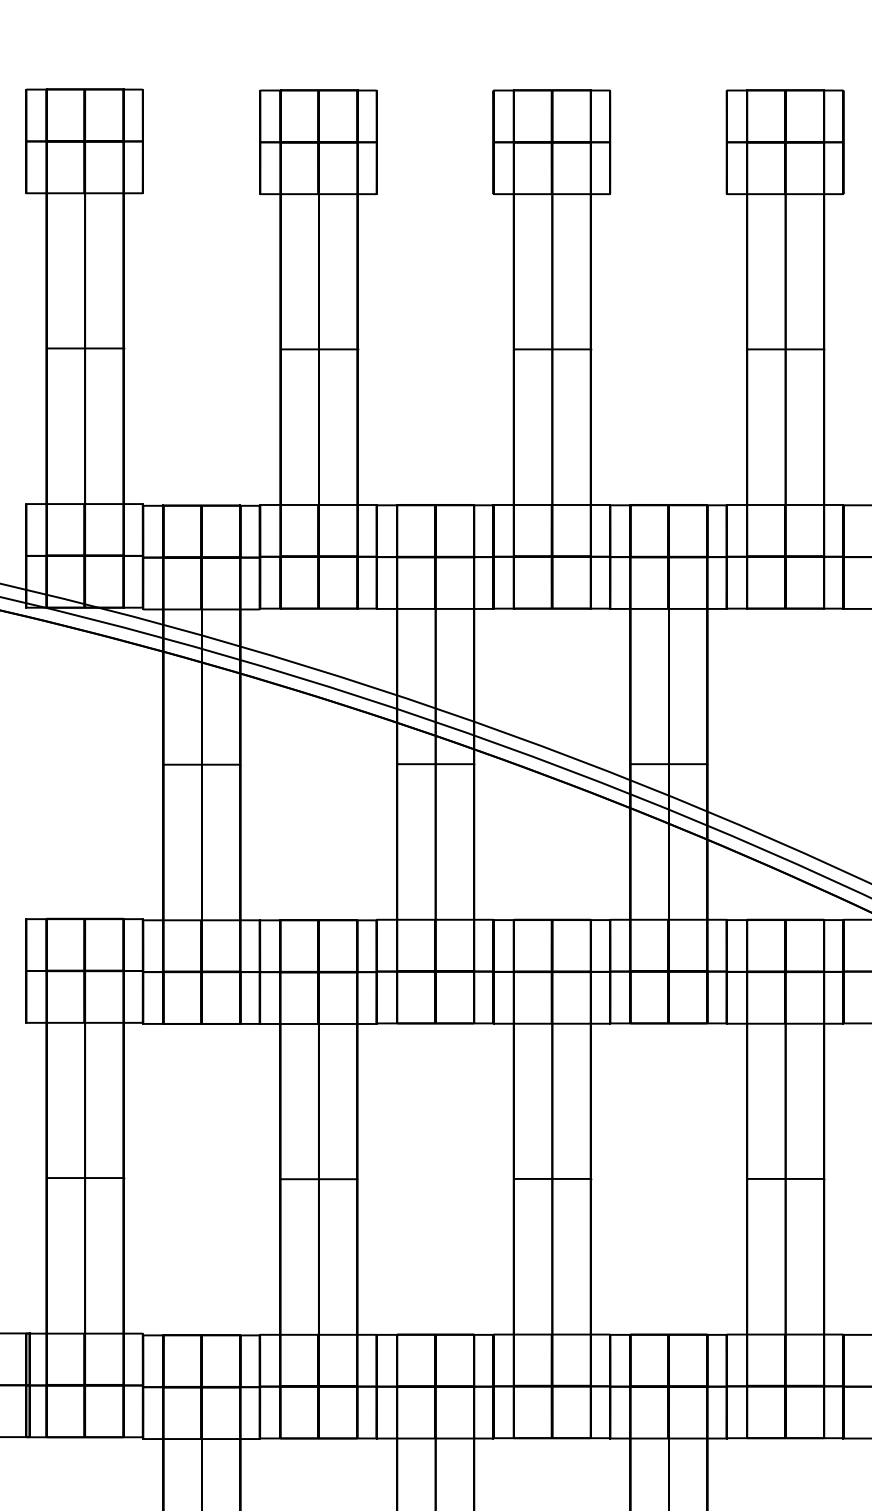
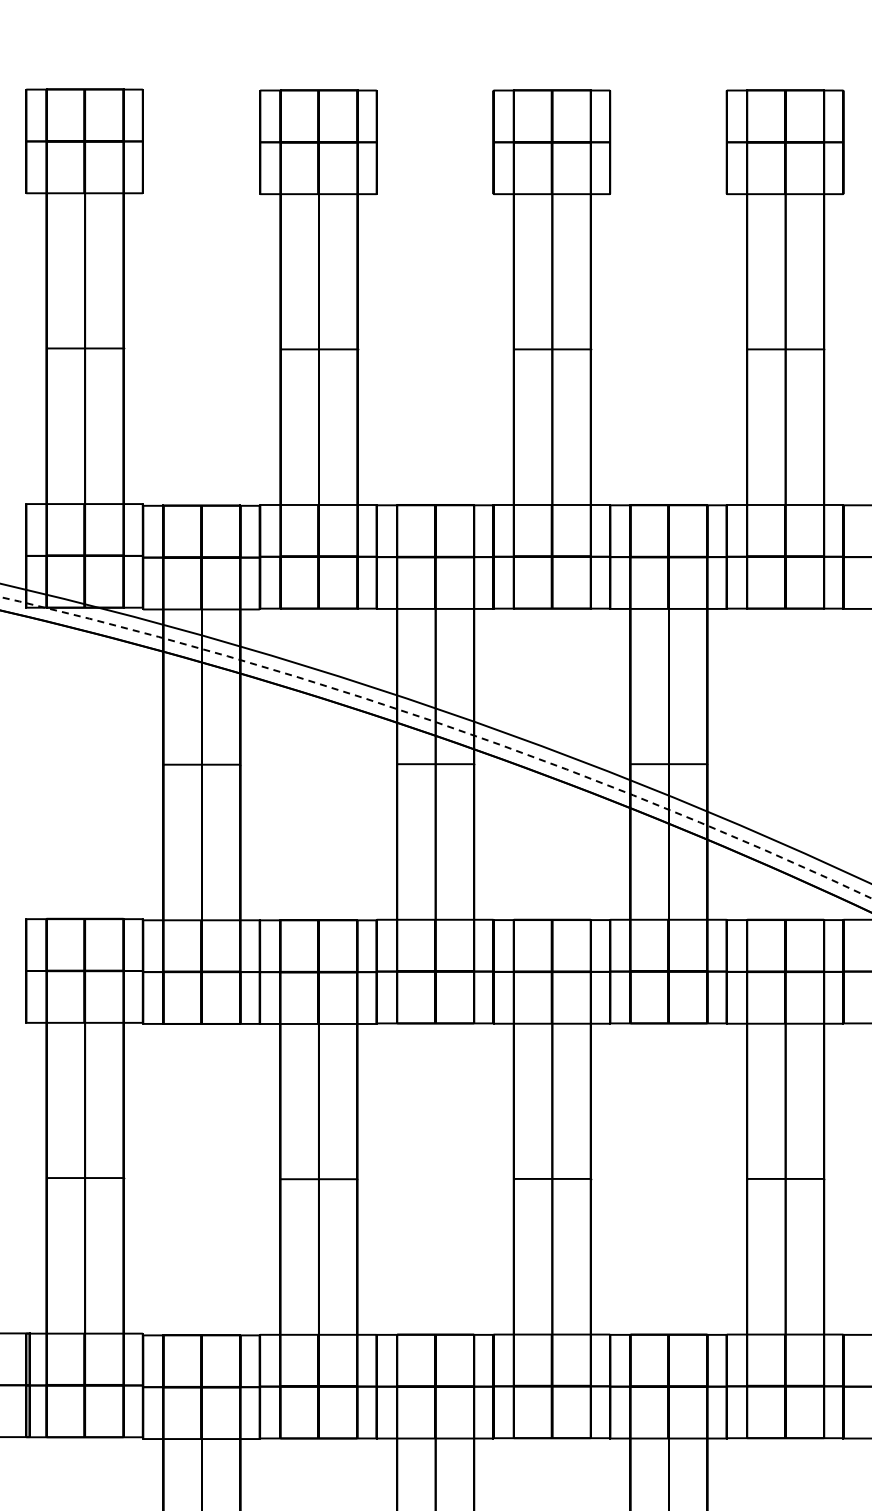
arc at (444, 725): solid -> dashed
